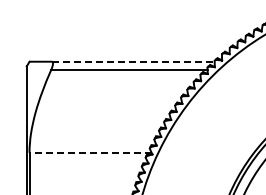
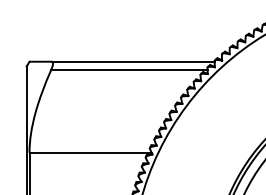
line at (133, 61): dashed -> solid
line at (90, 152): dashed -> solid
